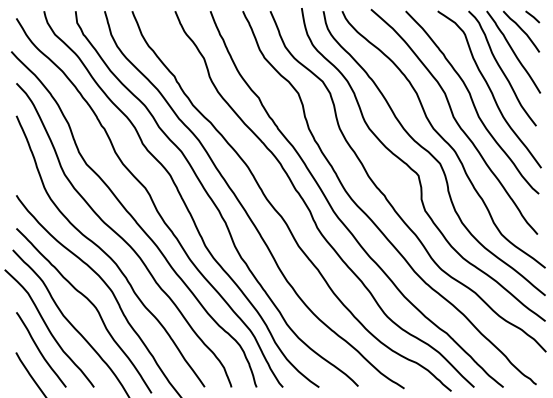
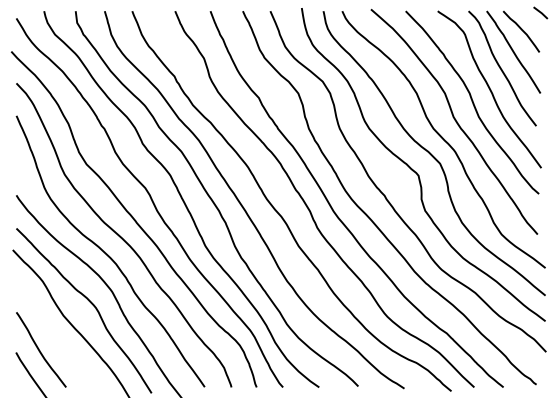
line at (532, 16) position: (532, 16) -> (540, 12)
curve at (49, 328): present -> none
